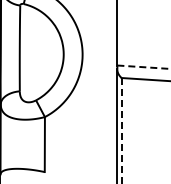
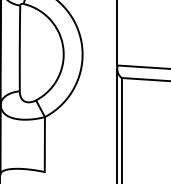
line at (144, 67): dashed -> solid
line at (121, 130): dashed -> solid
